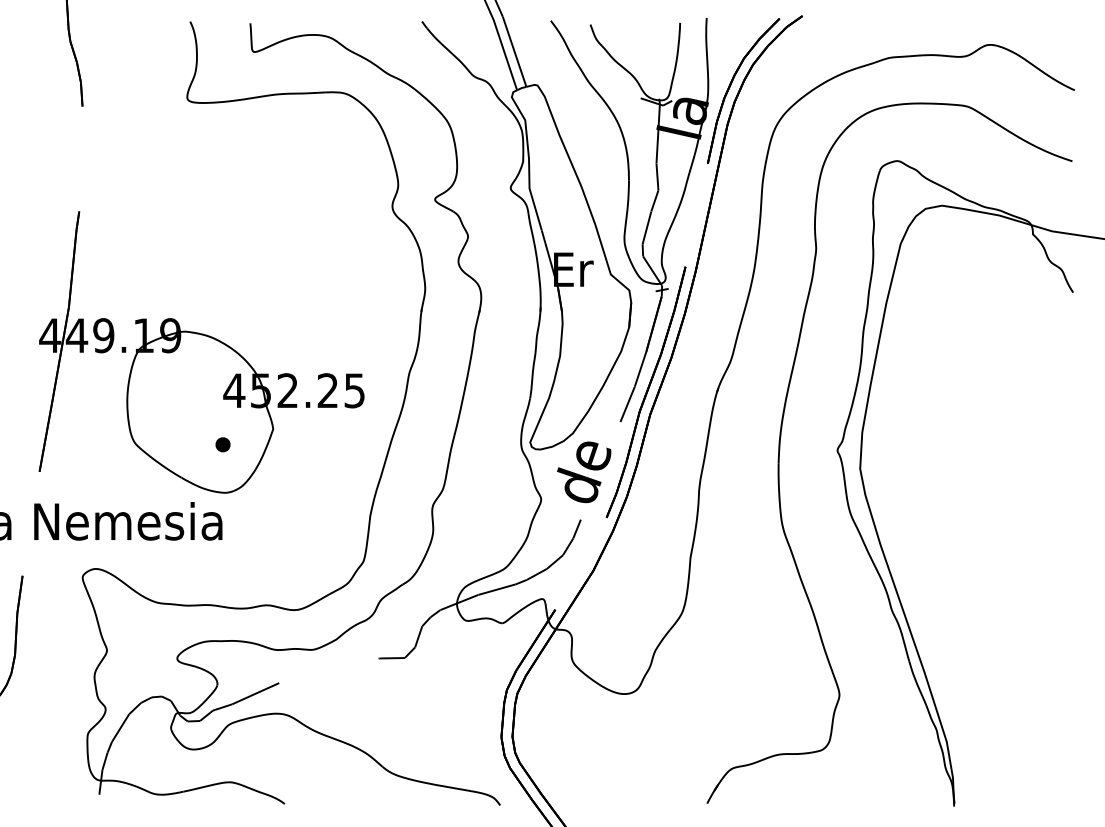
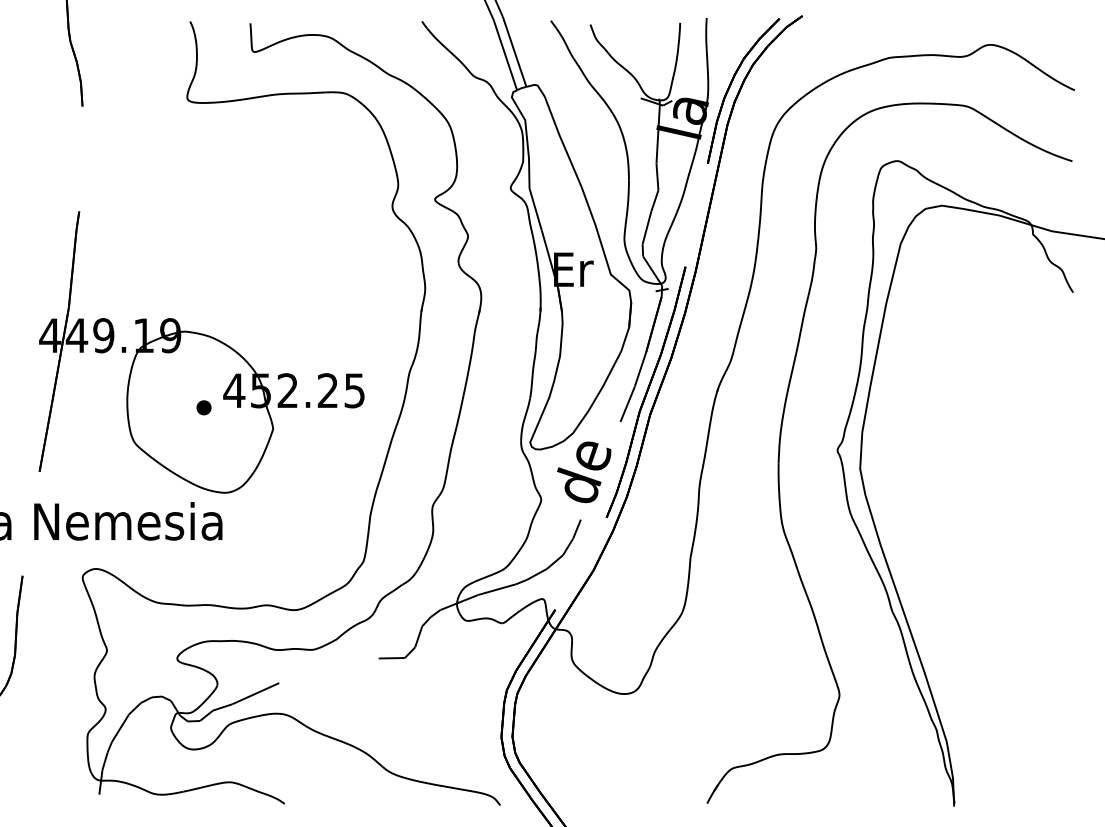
part at (222, 444) position: (222, 444) -> (203, 407)
